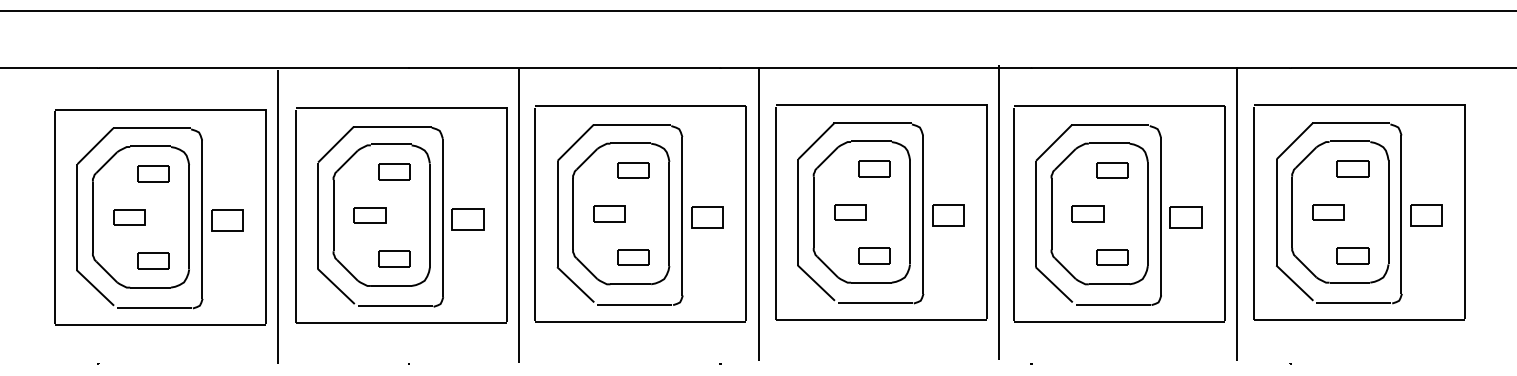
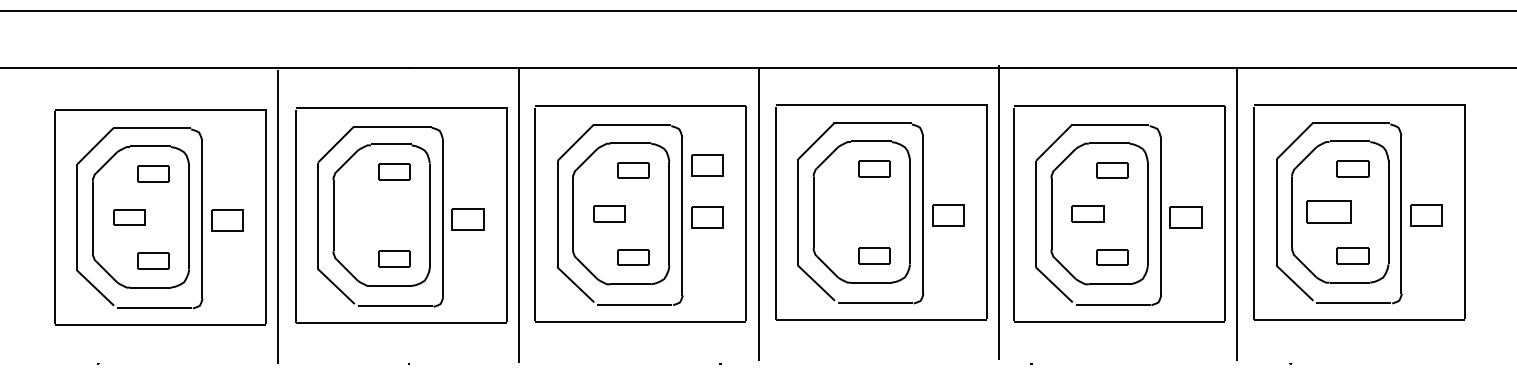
part at (707, 165): none -> present
part at (850, 212): present -> none
part at (1328, 212) size: 33x17 px -> 46x24 px
part at (369, 215): present -> none
